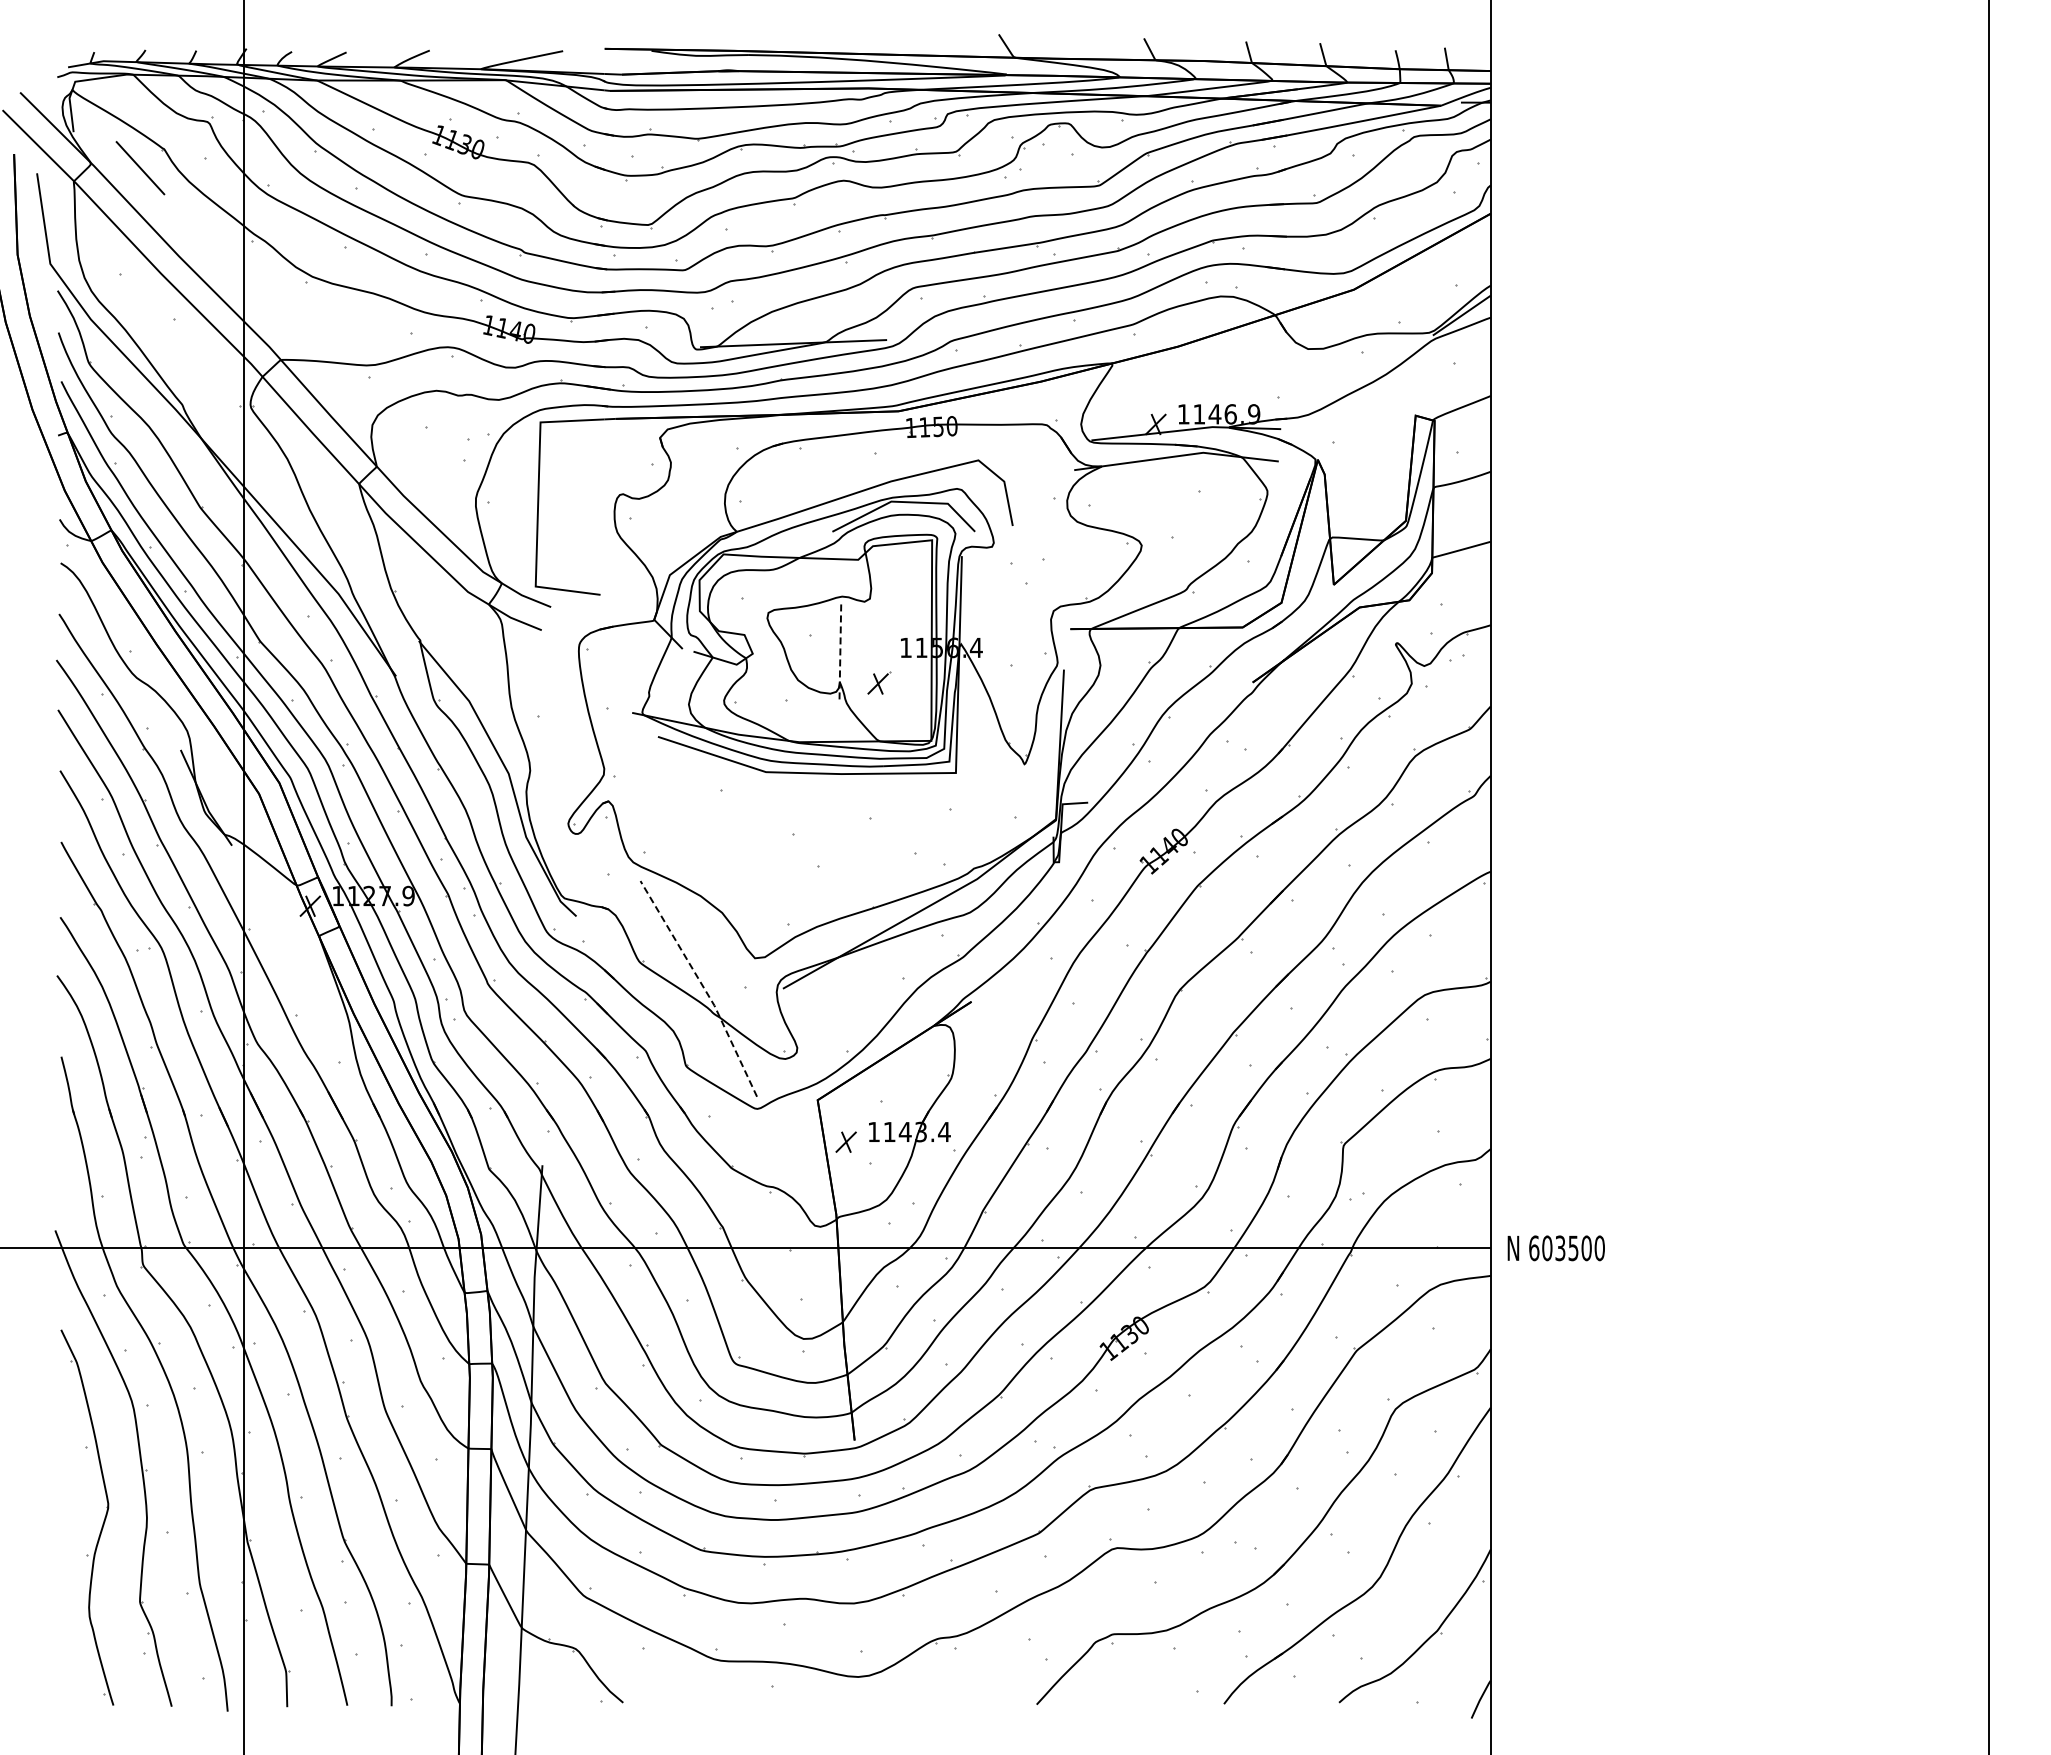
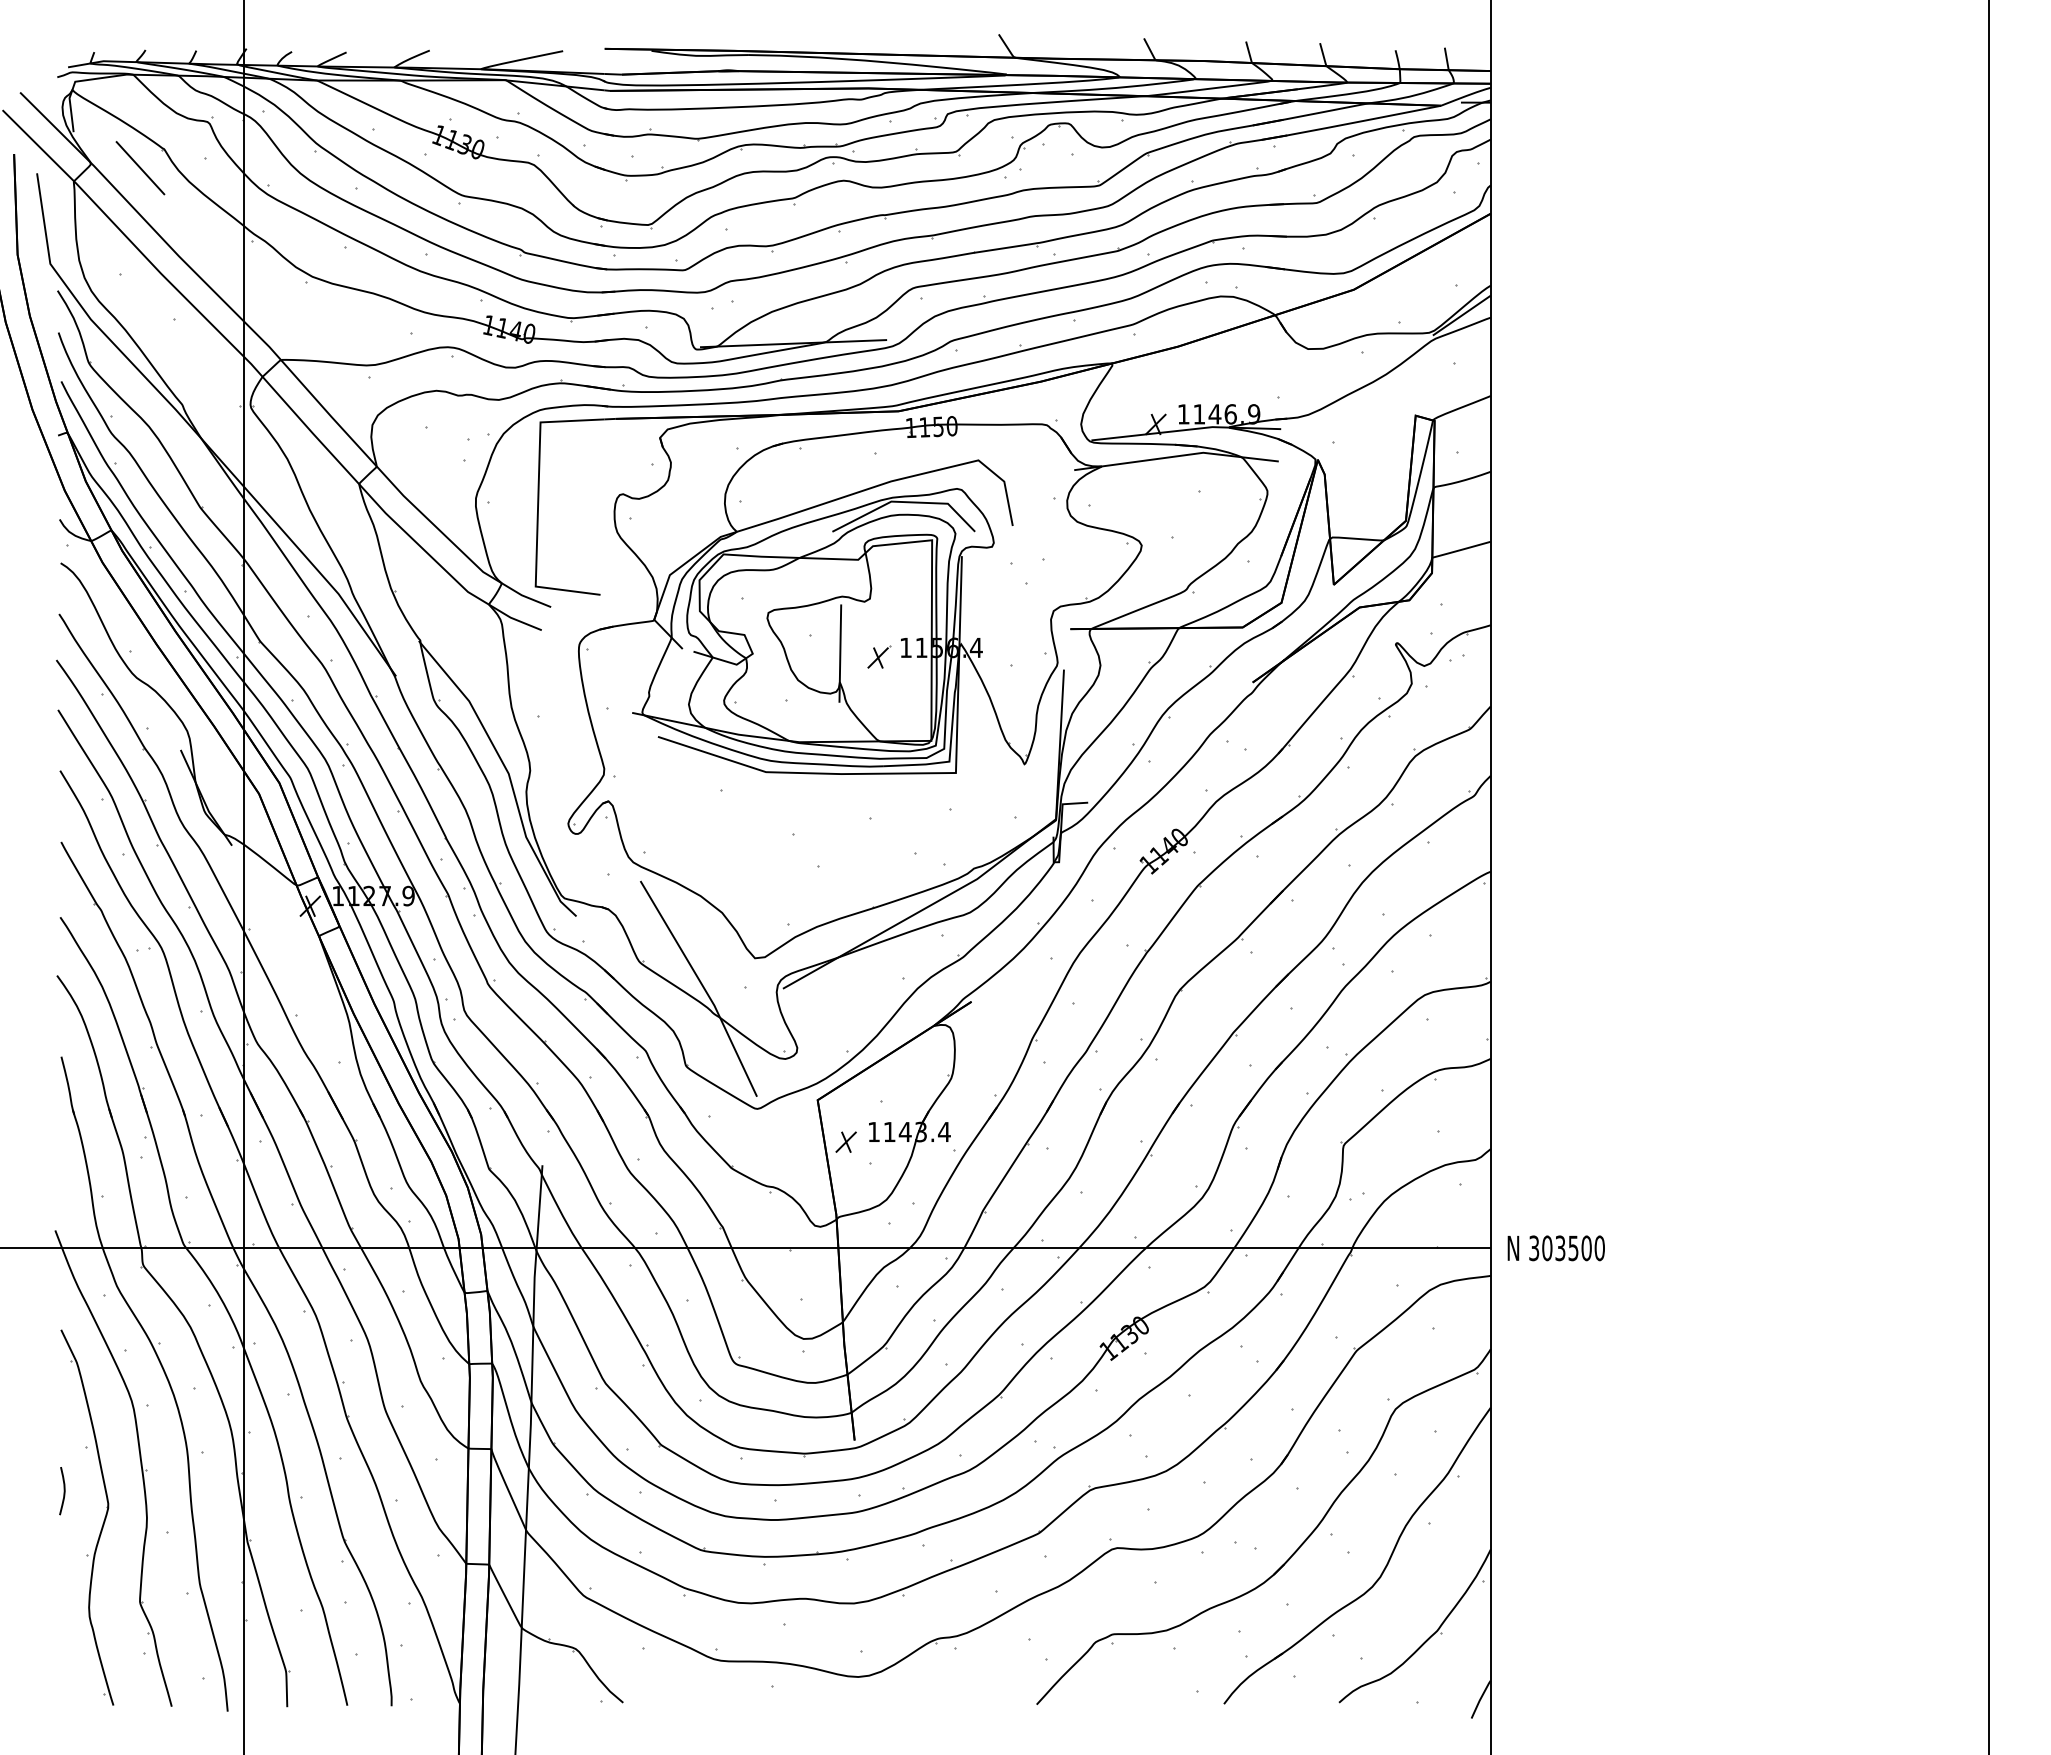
line at (840, 654): dashed -> solid
part at (879, 682) position: (879, 682) -> (879, 656)
line at (703, 986): dashed -> solid
text at (1534, 1248): 603500 -> 303500
curve at (63, 1491): none -> present
